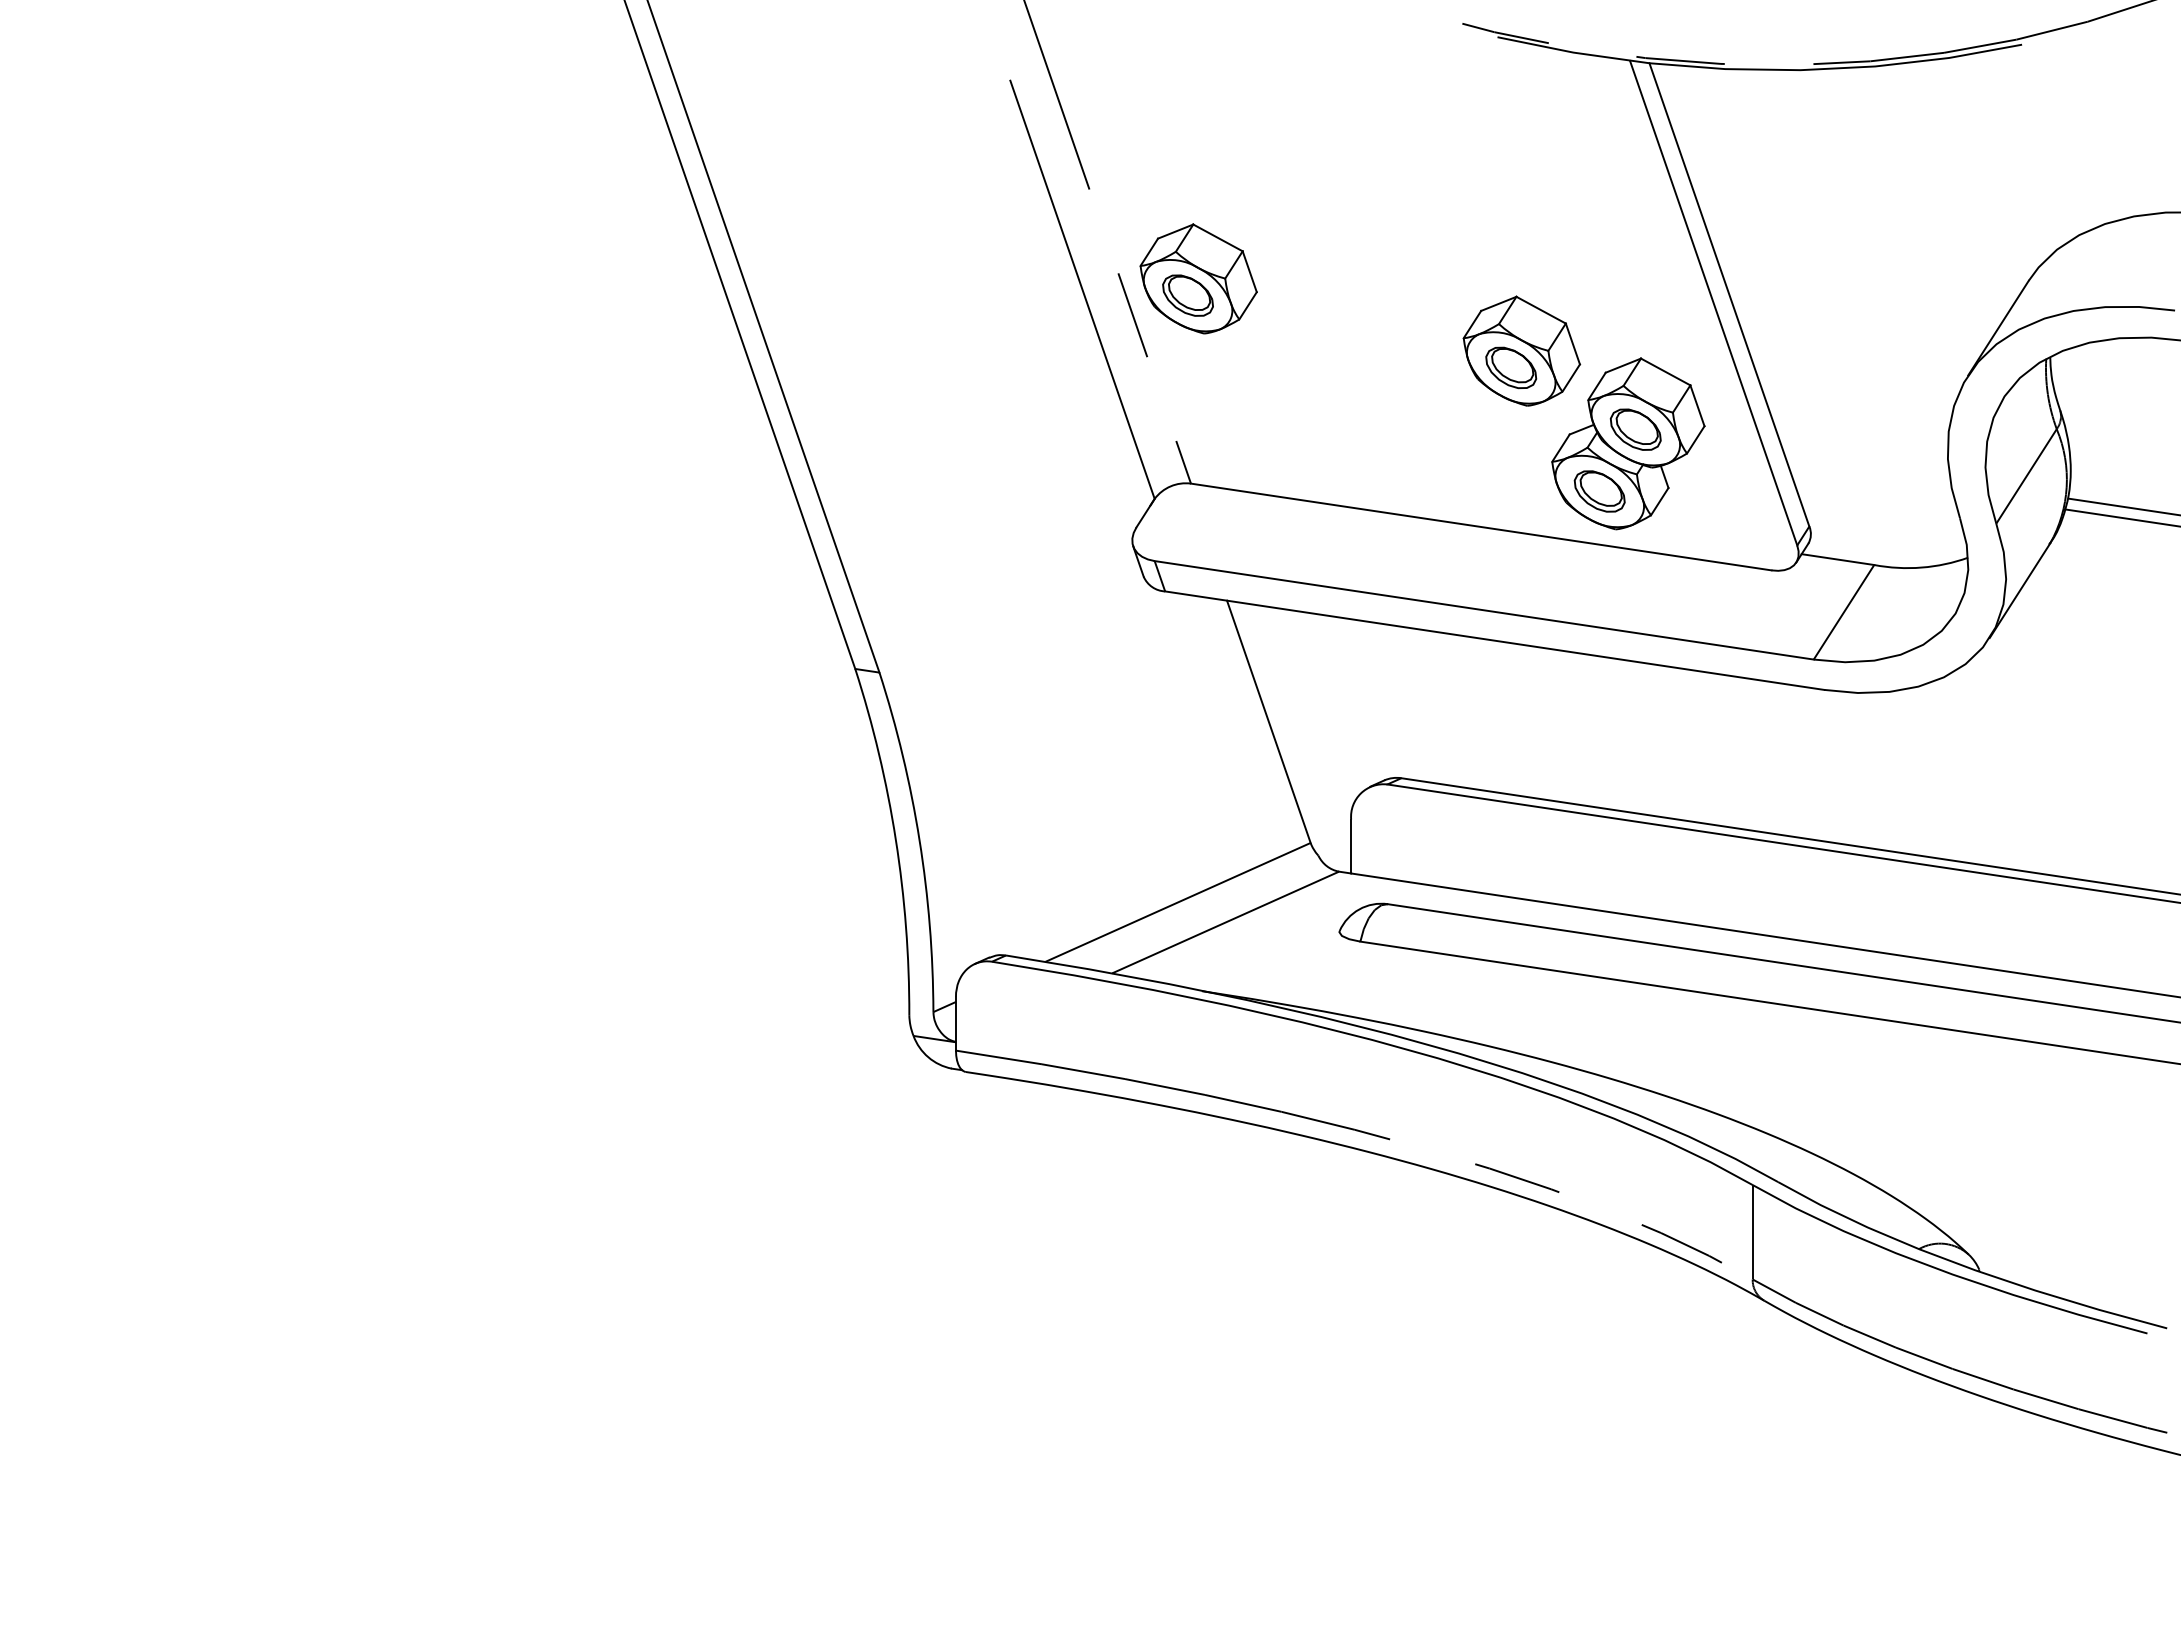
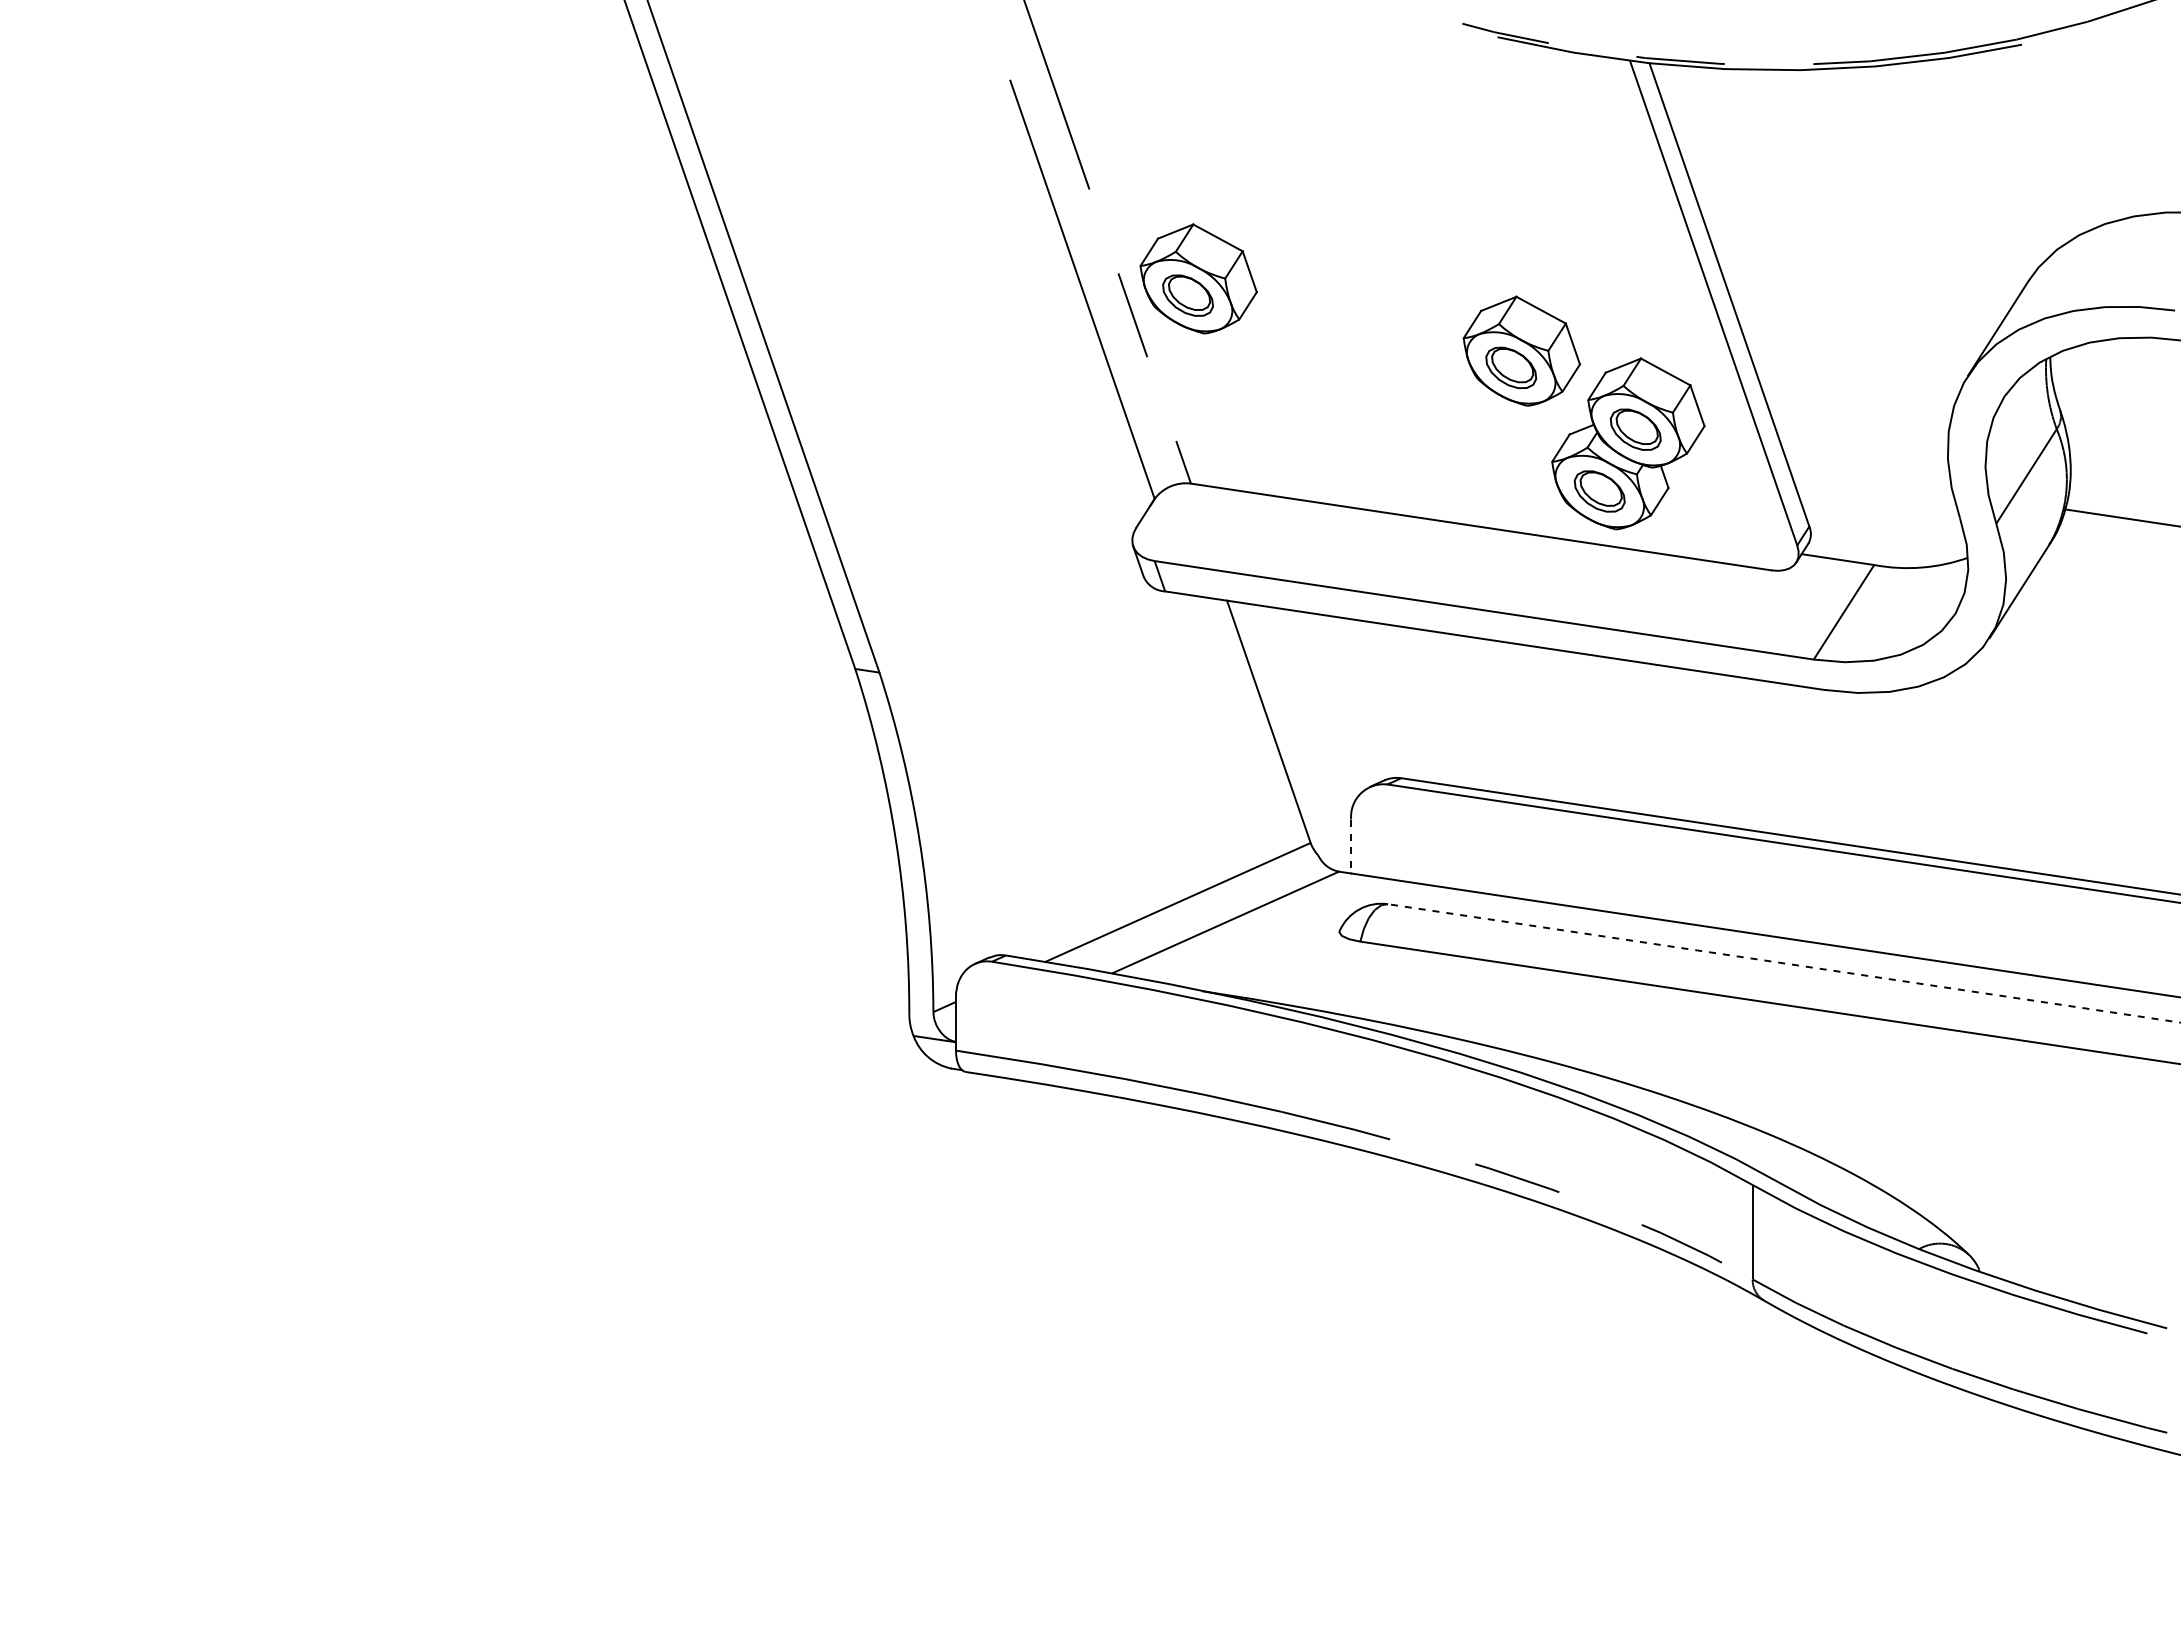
line at (2122, 506): present -> none
line at (1351, 846): solid -> dashed
line at (1783, 963): solid -> dashed
